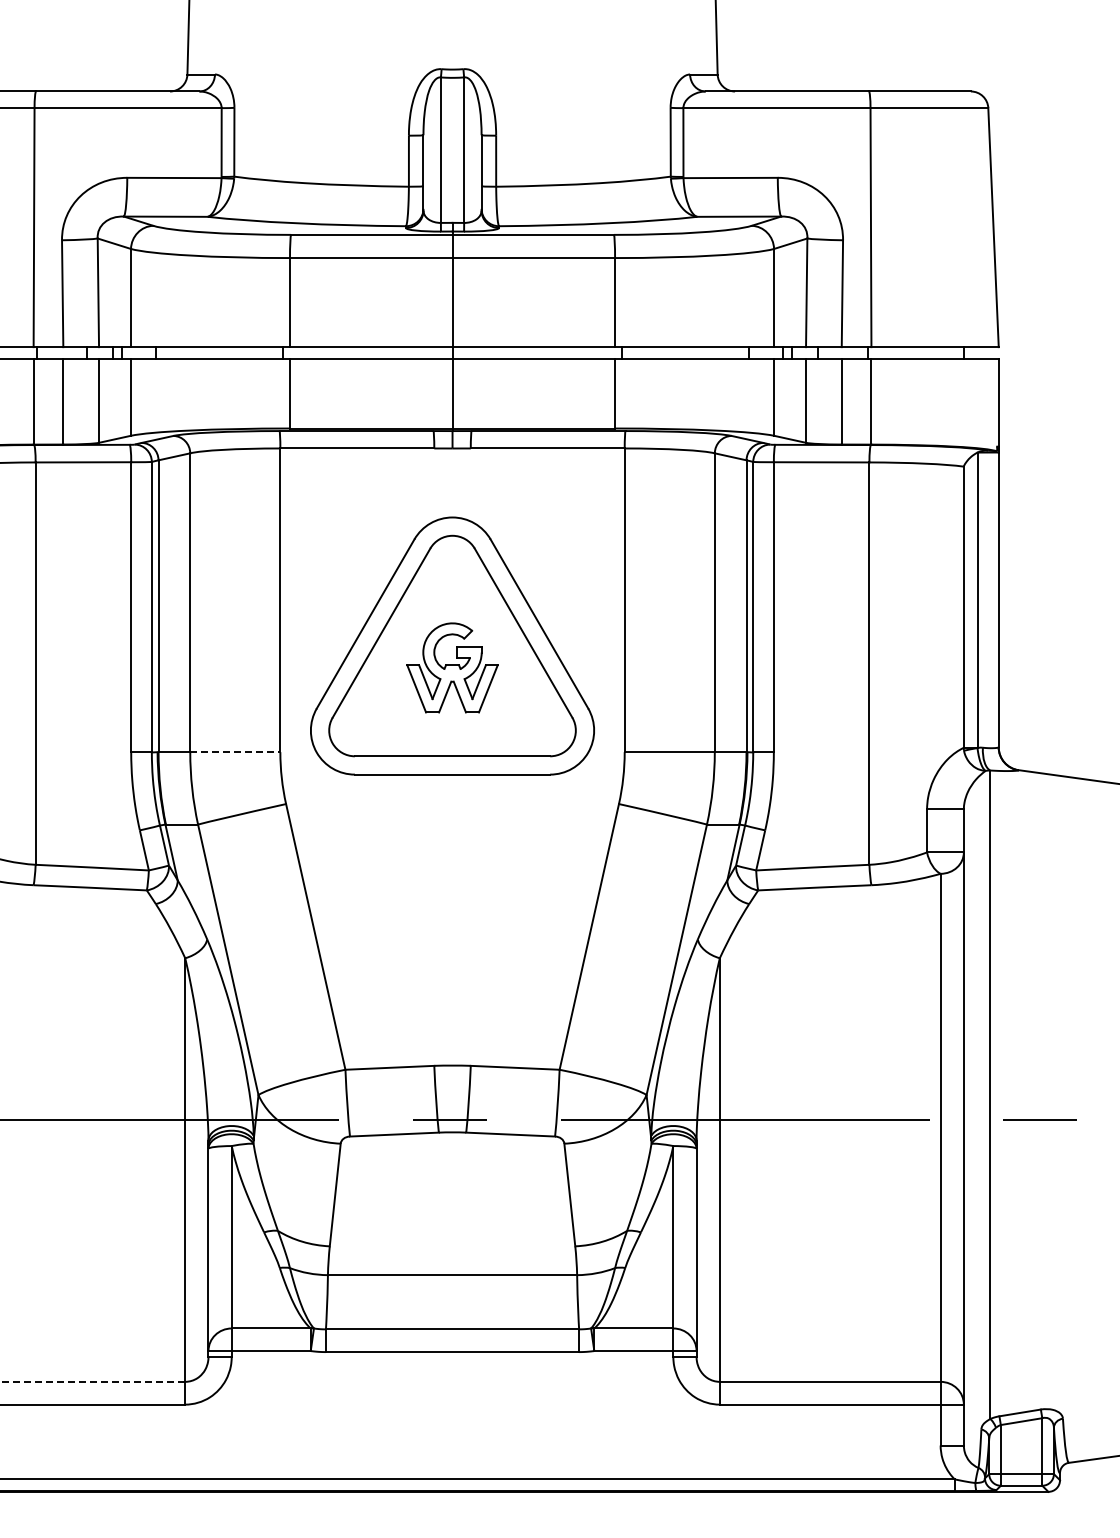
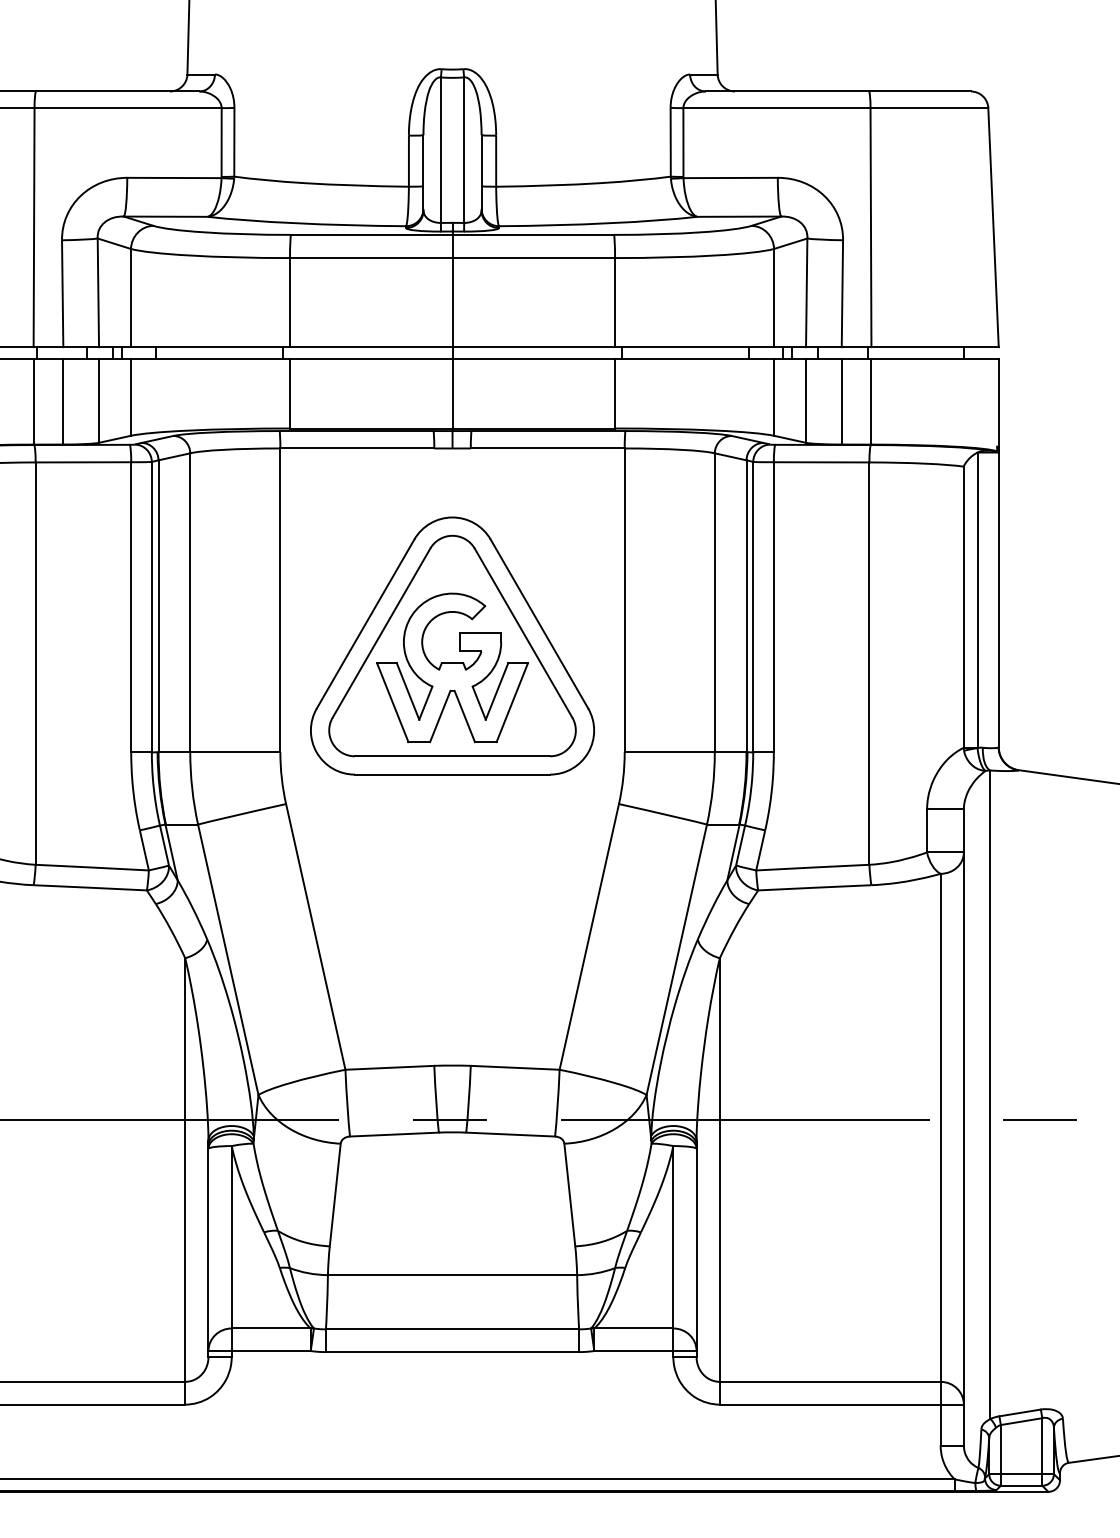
part at (452, 667) size: 93x92 px -> 153x152 px
line at (235, 752): dashed -> solid
line at (92, 1381): dashed -> solid
